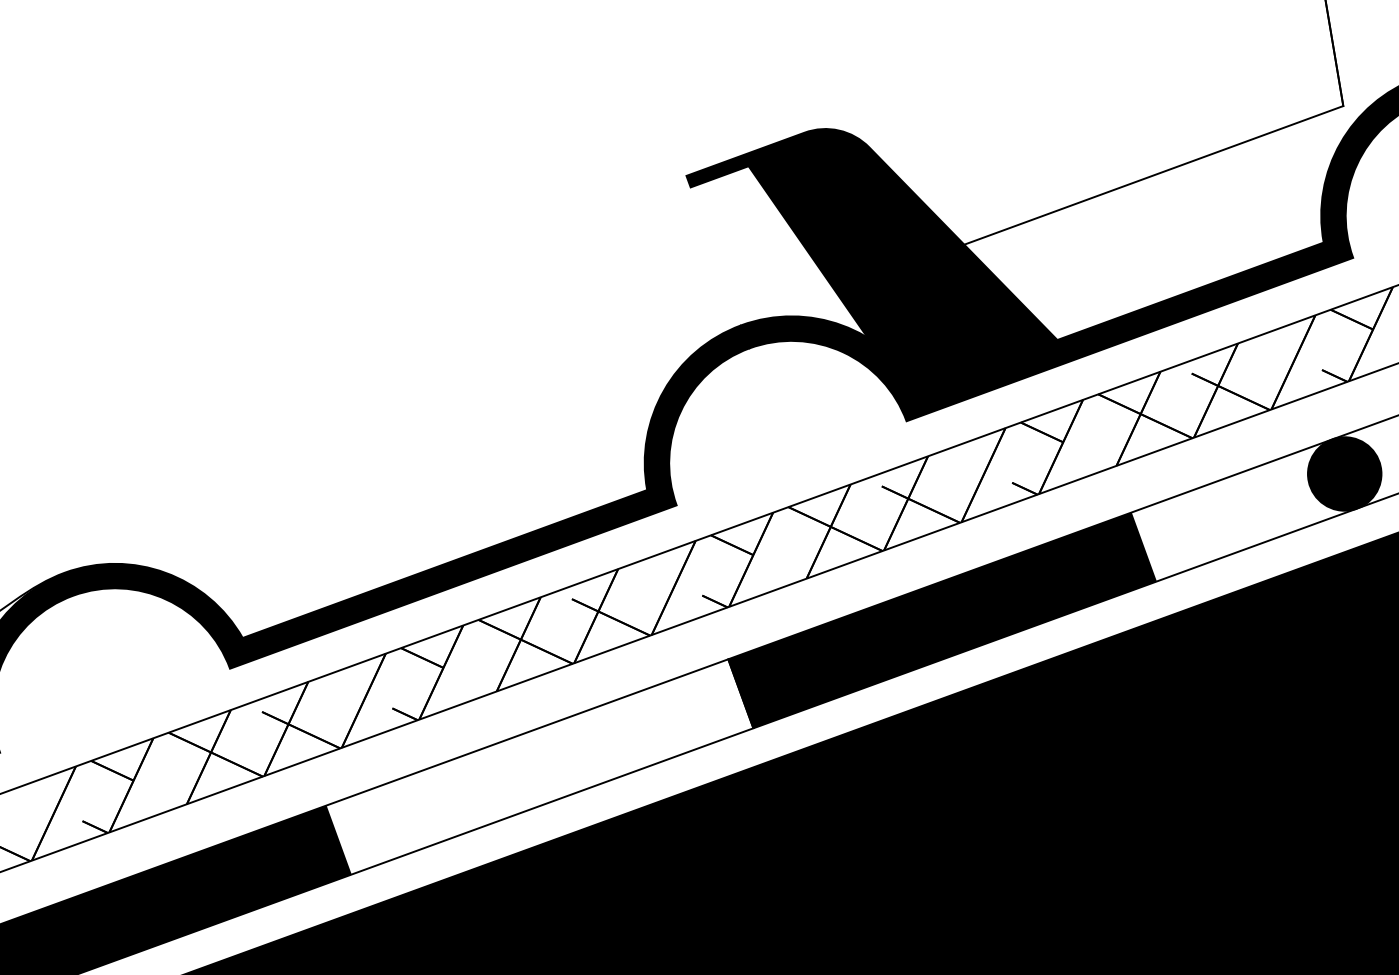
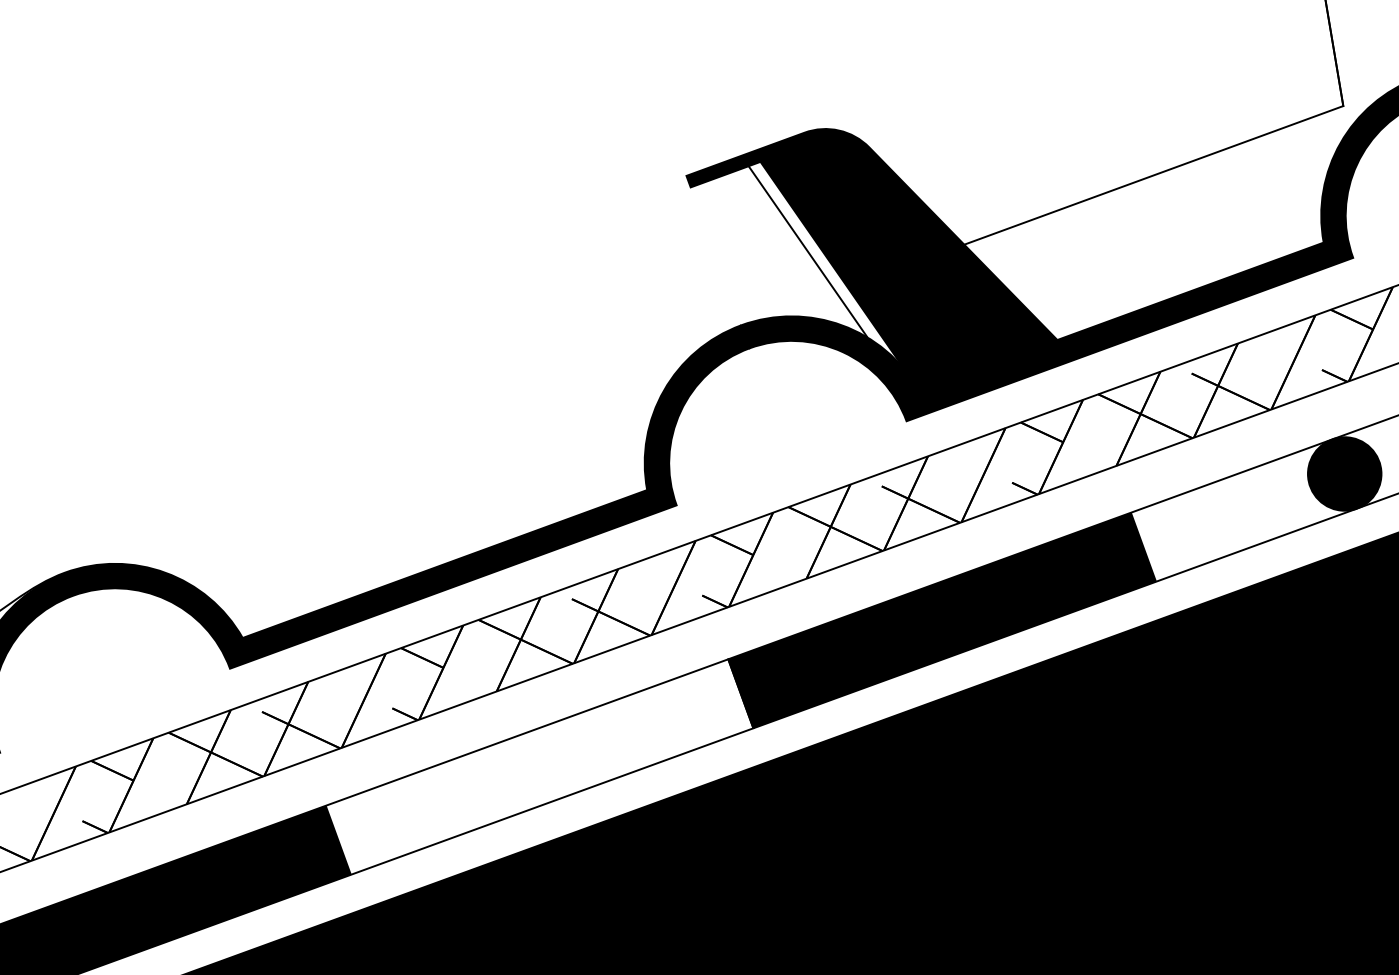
fill at (826, 265): present -> none
